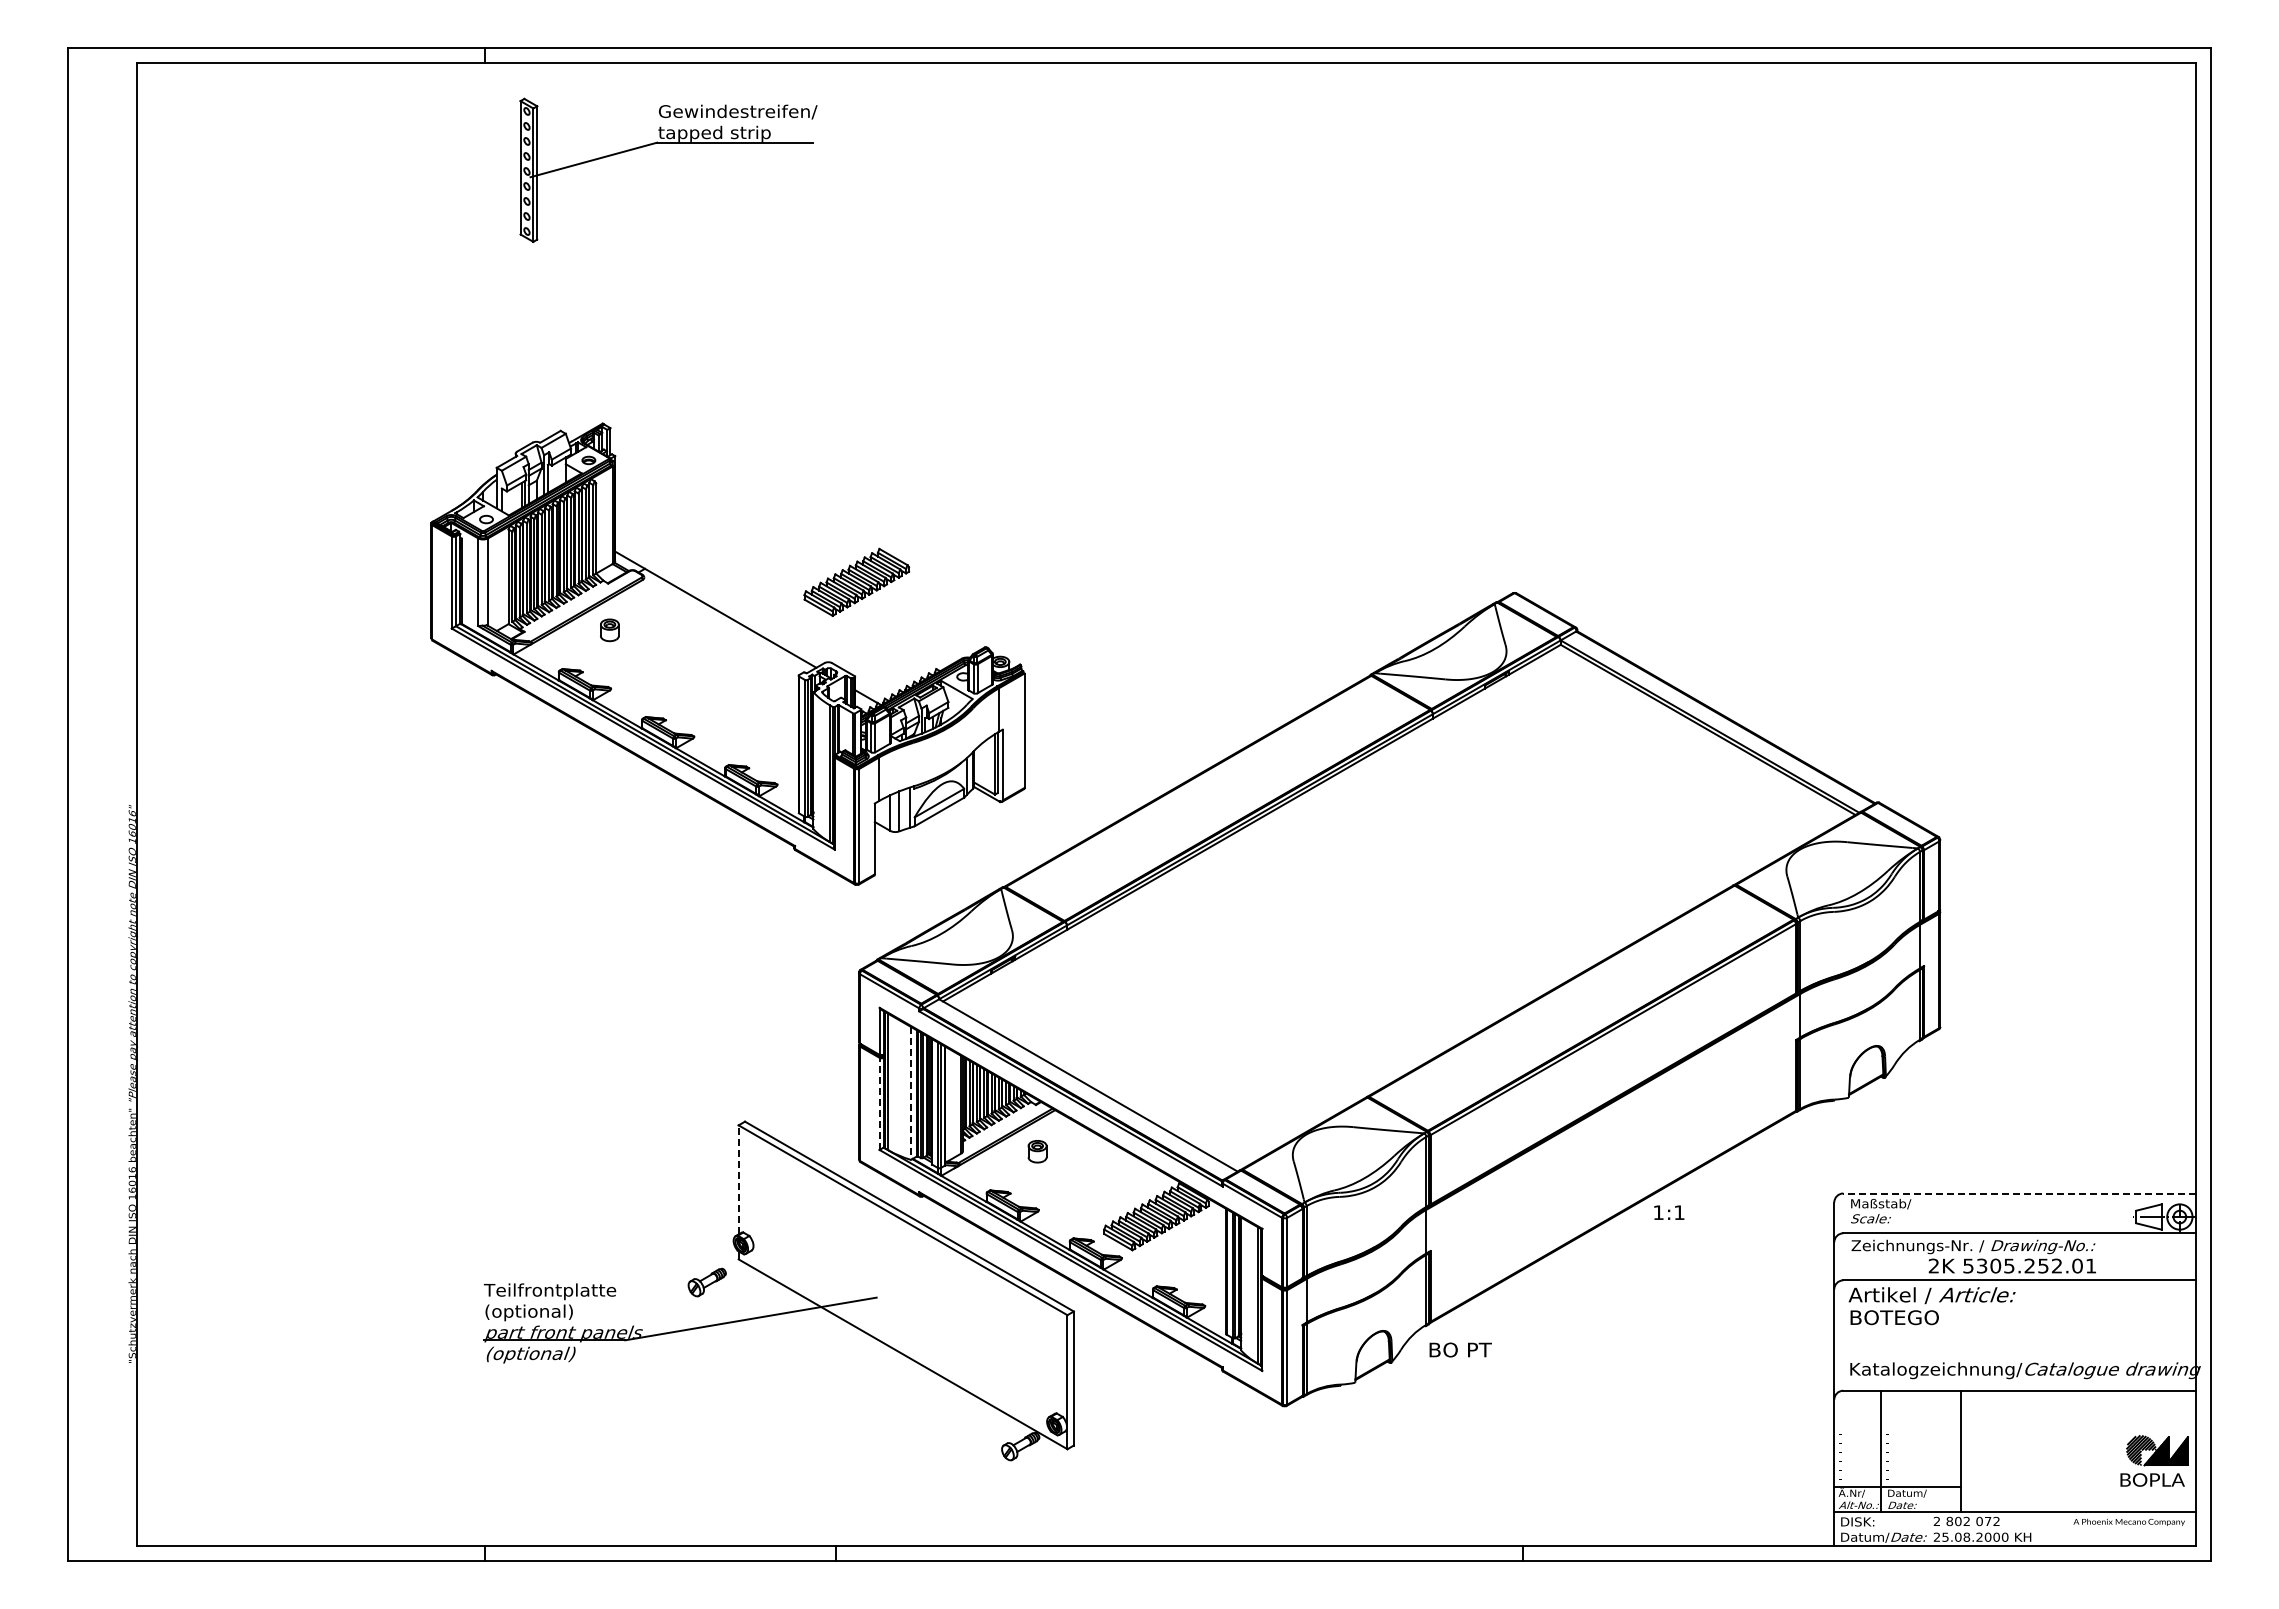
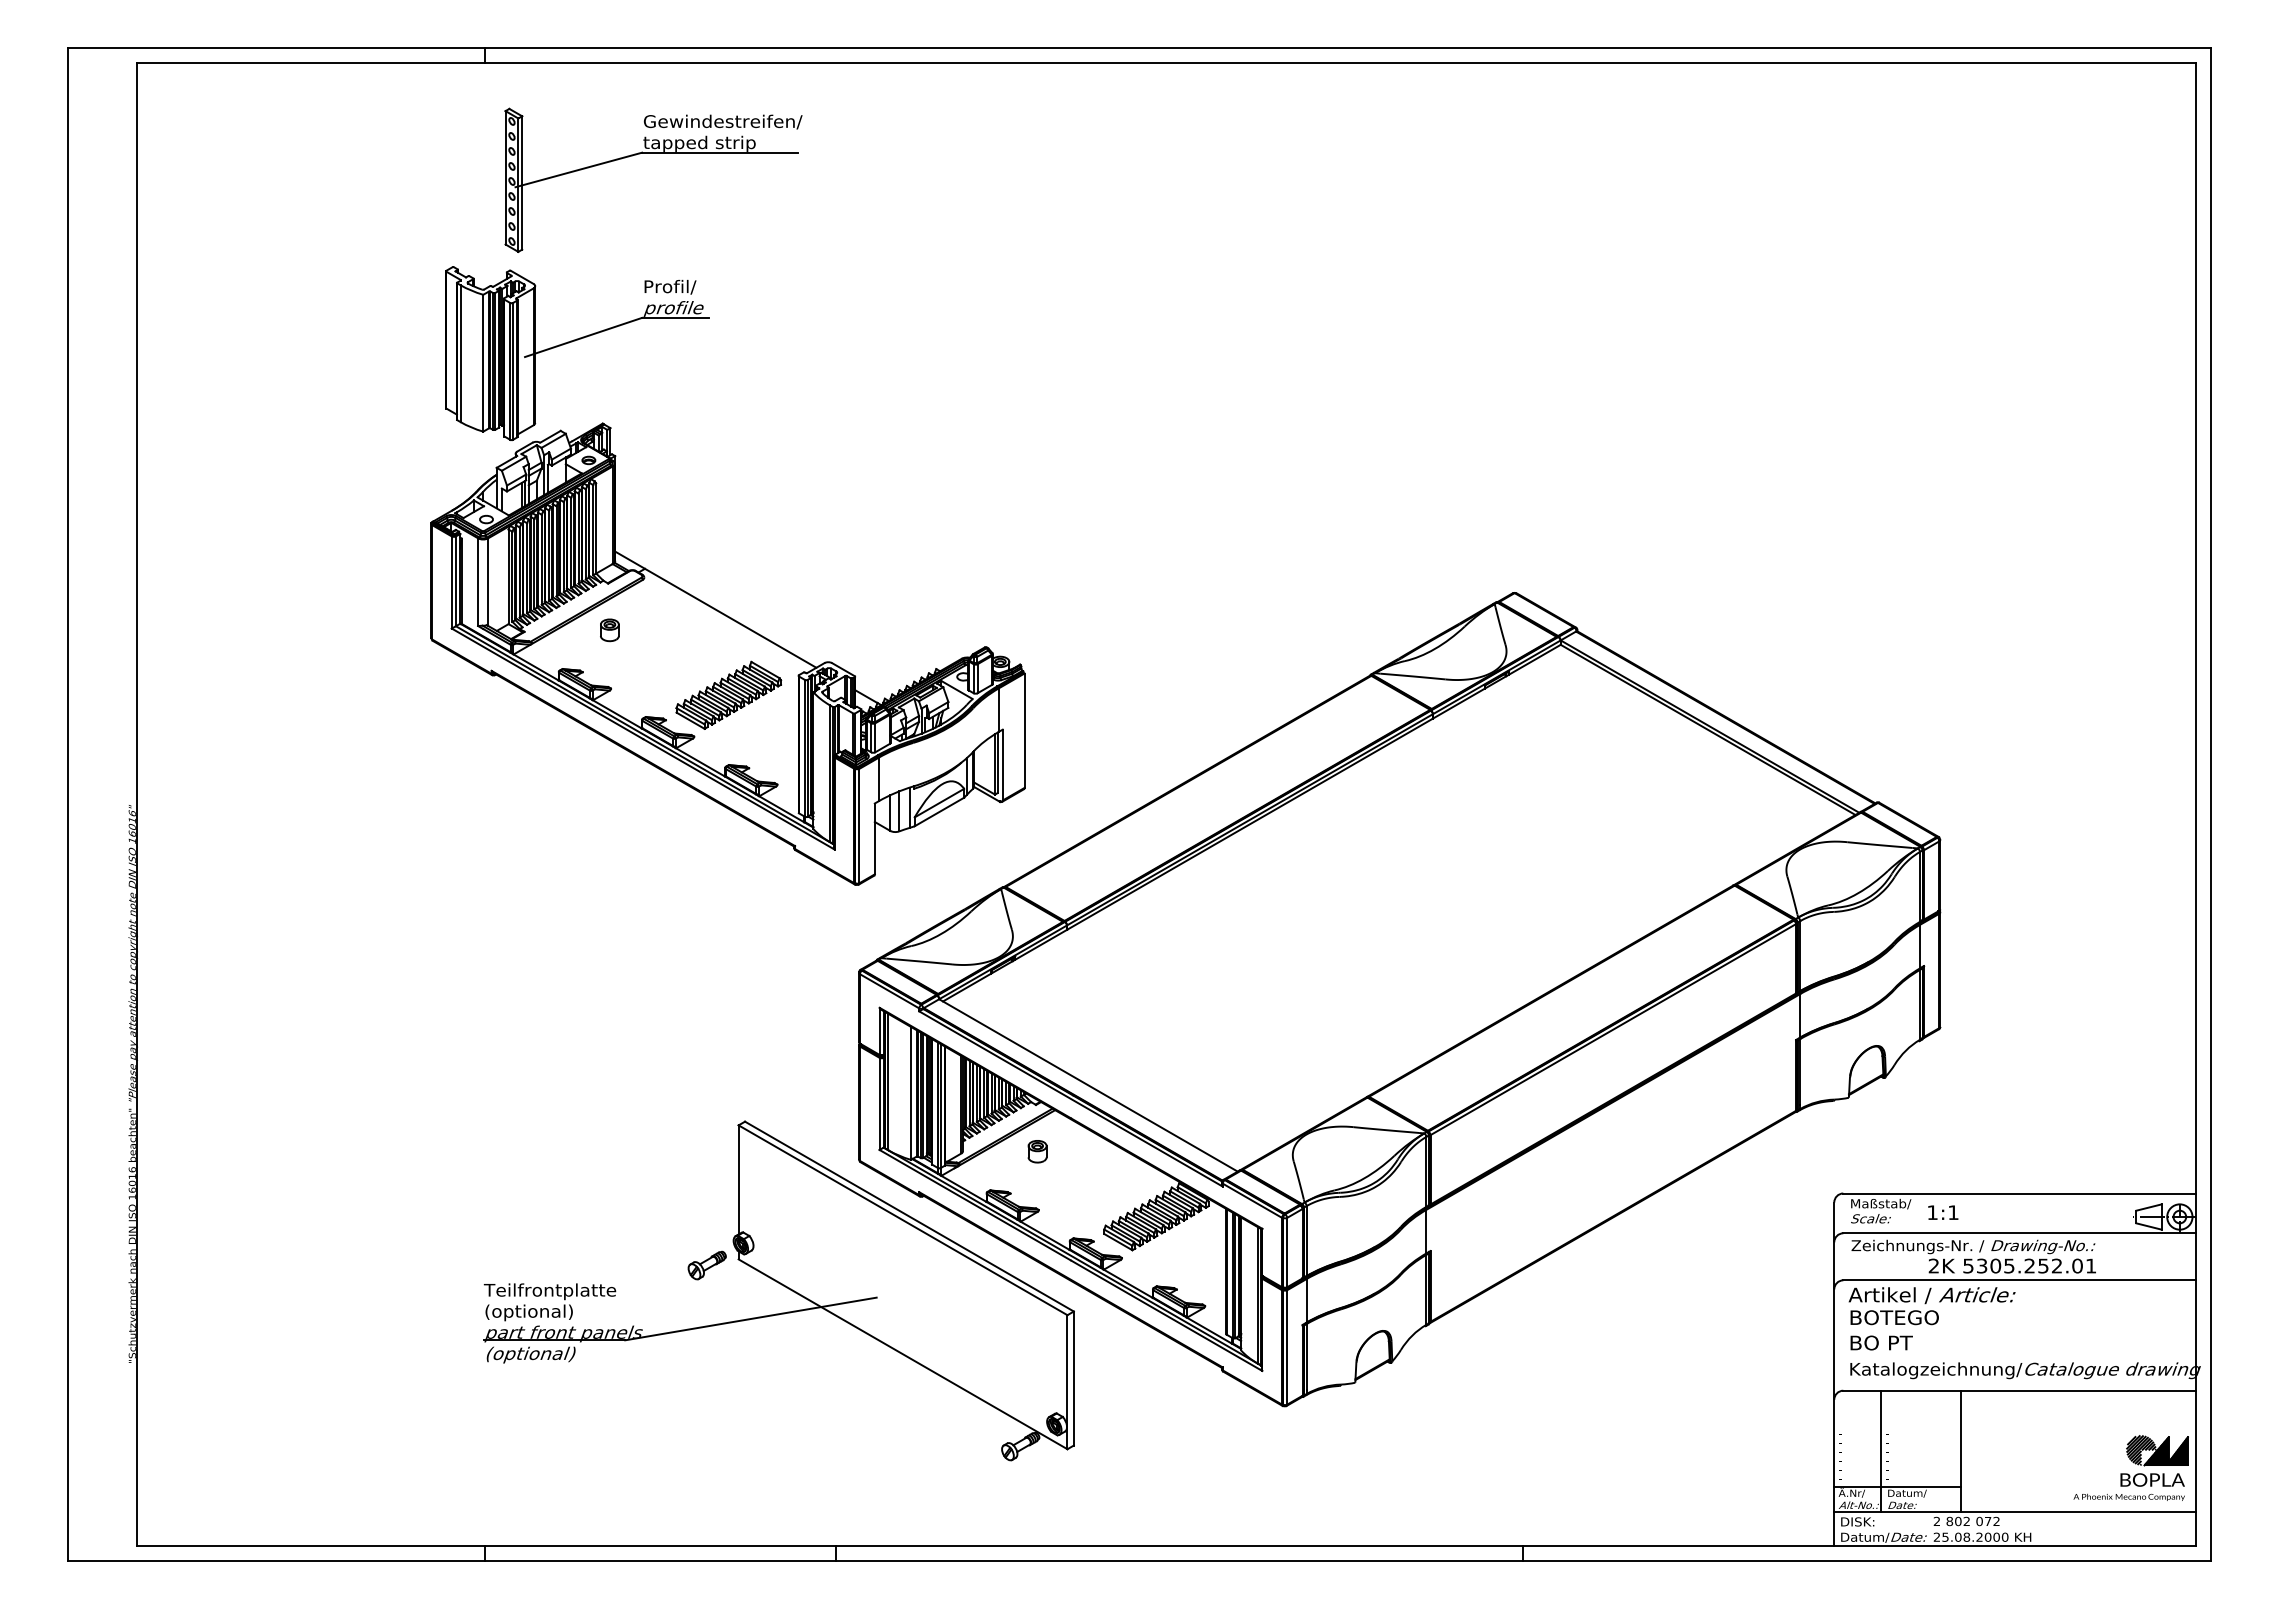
part at (668, 143) position: (668, 143) -> (653, 153)
part at (572, 342): none -> present
part at (856, 581) position: (856, 581) -> (728, 694)
line at (911, 1093): dashed -> solid
line at (879, 1103): dashed -> solid
line at (738, 1179): dashed -> solid
line at (2019, 1193): dashed -> solid
text at (1669, 1212) position: (1669, 1212) -> (1943, 1212)
part at (706, 1282) position: (706, 1282) -> (706, 1265)
text at (1460, 1349) position: (1460, 1349) -> (1881, 1342)
text at (2128, 1521) position: (2128, 1521) -> (2128, 1496)
